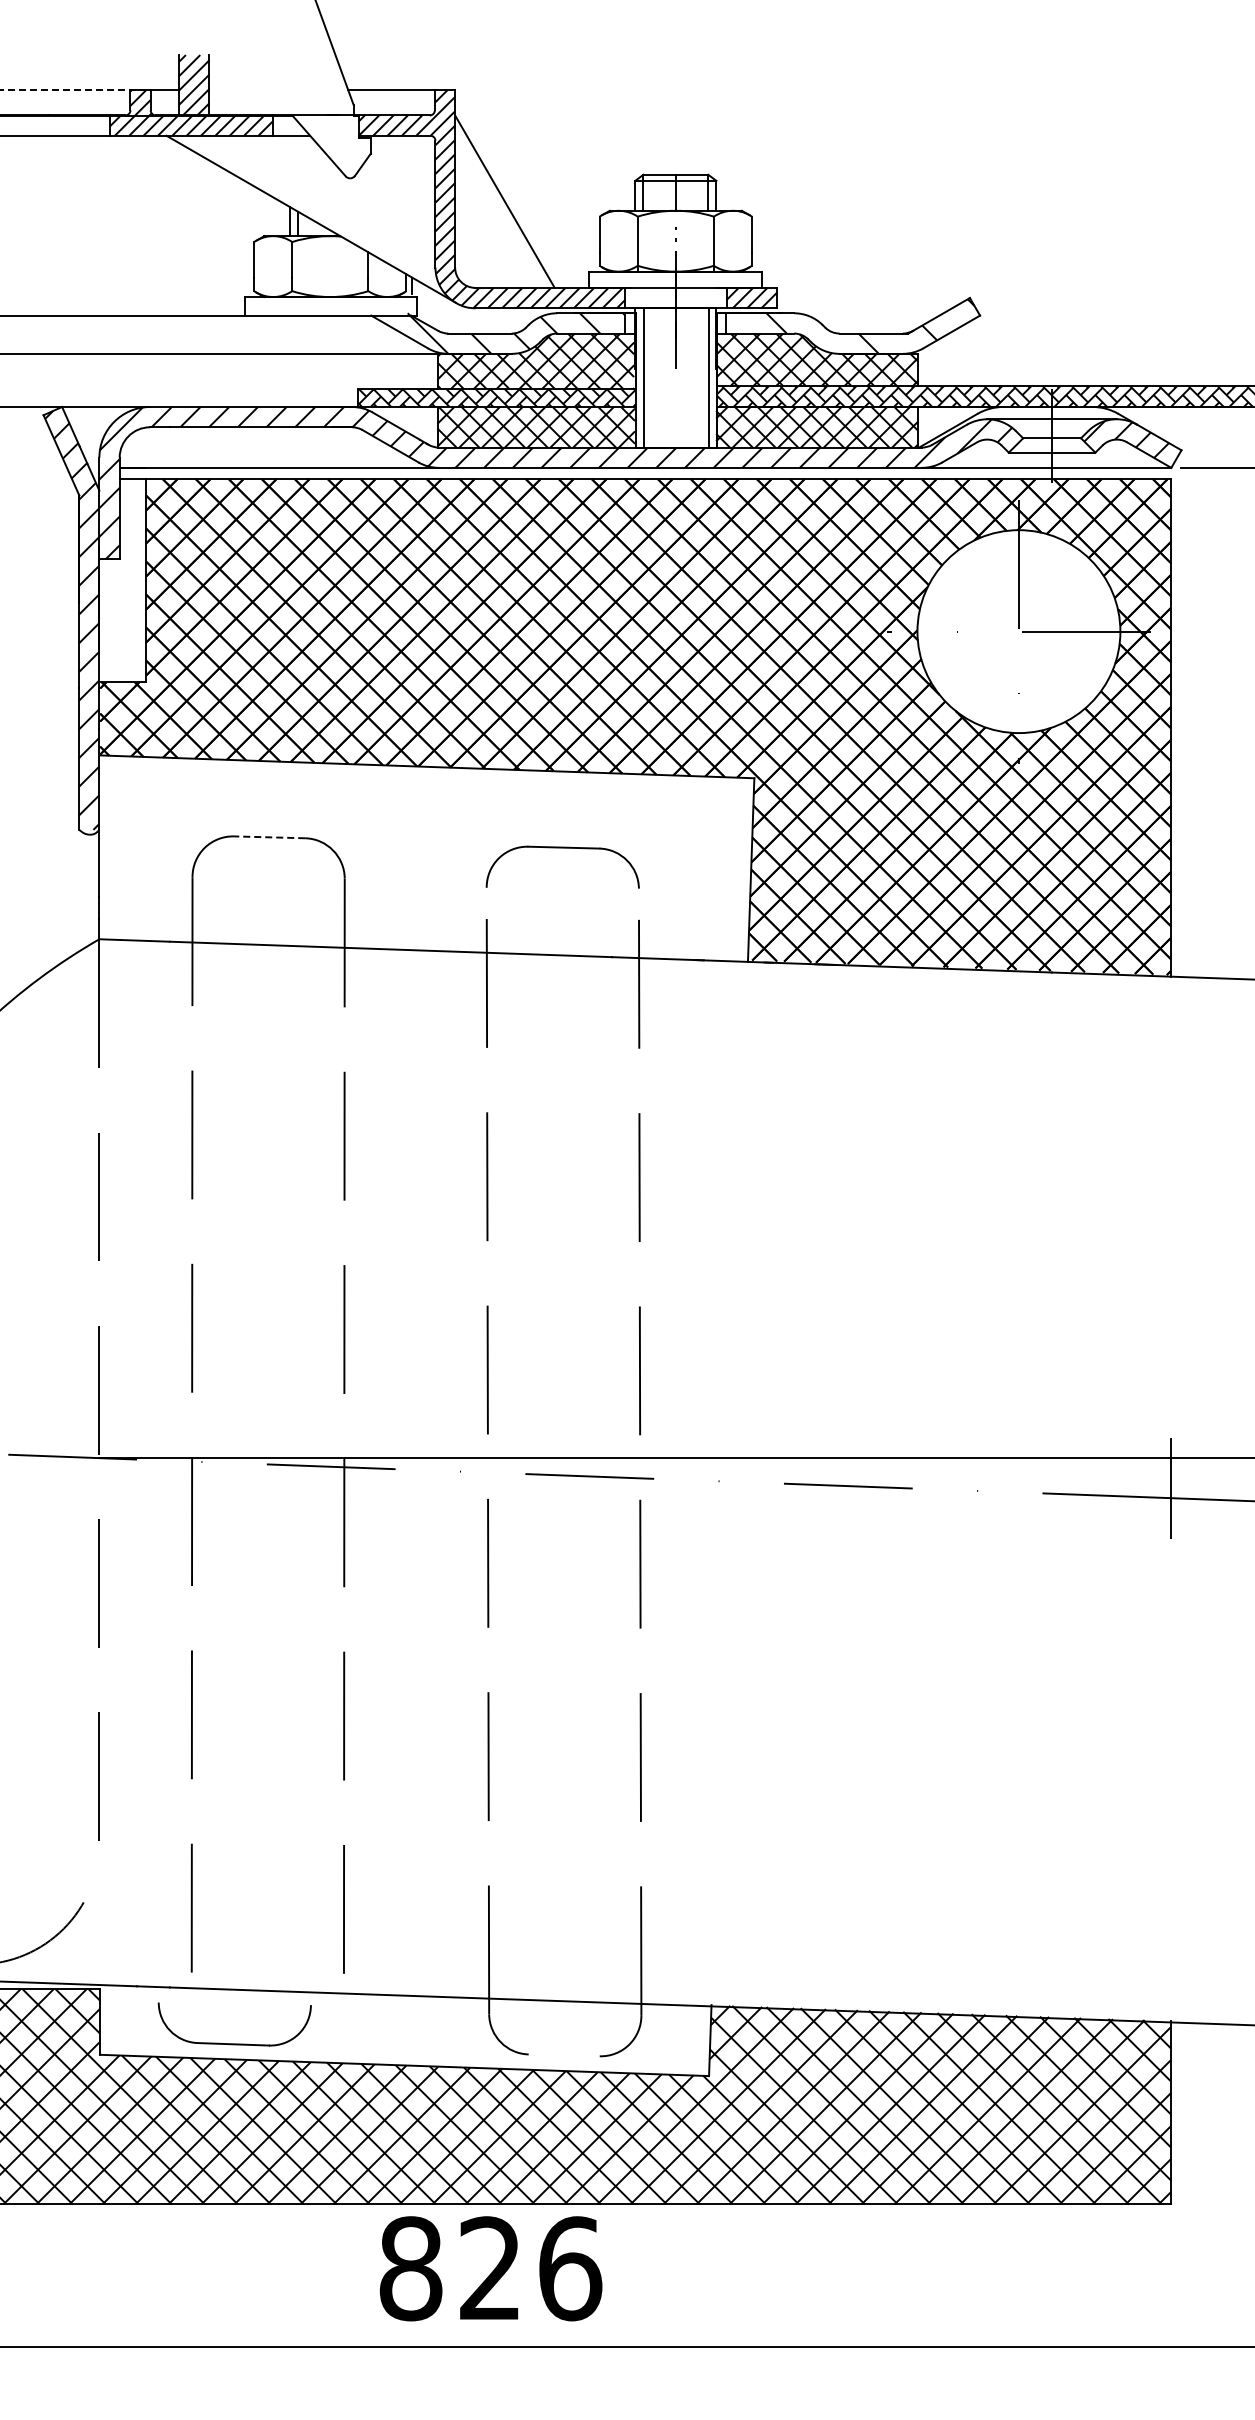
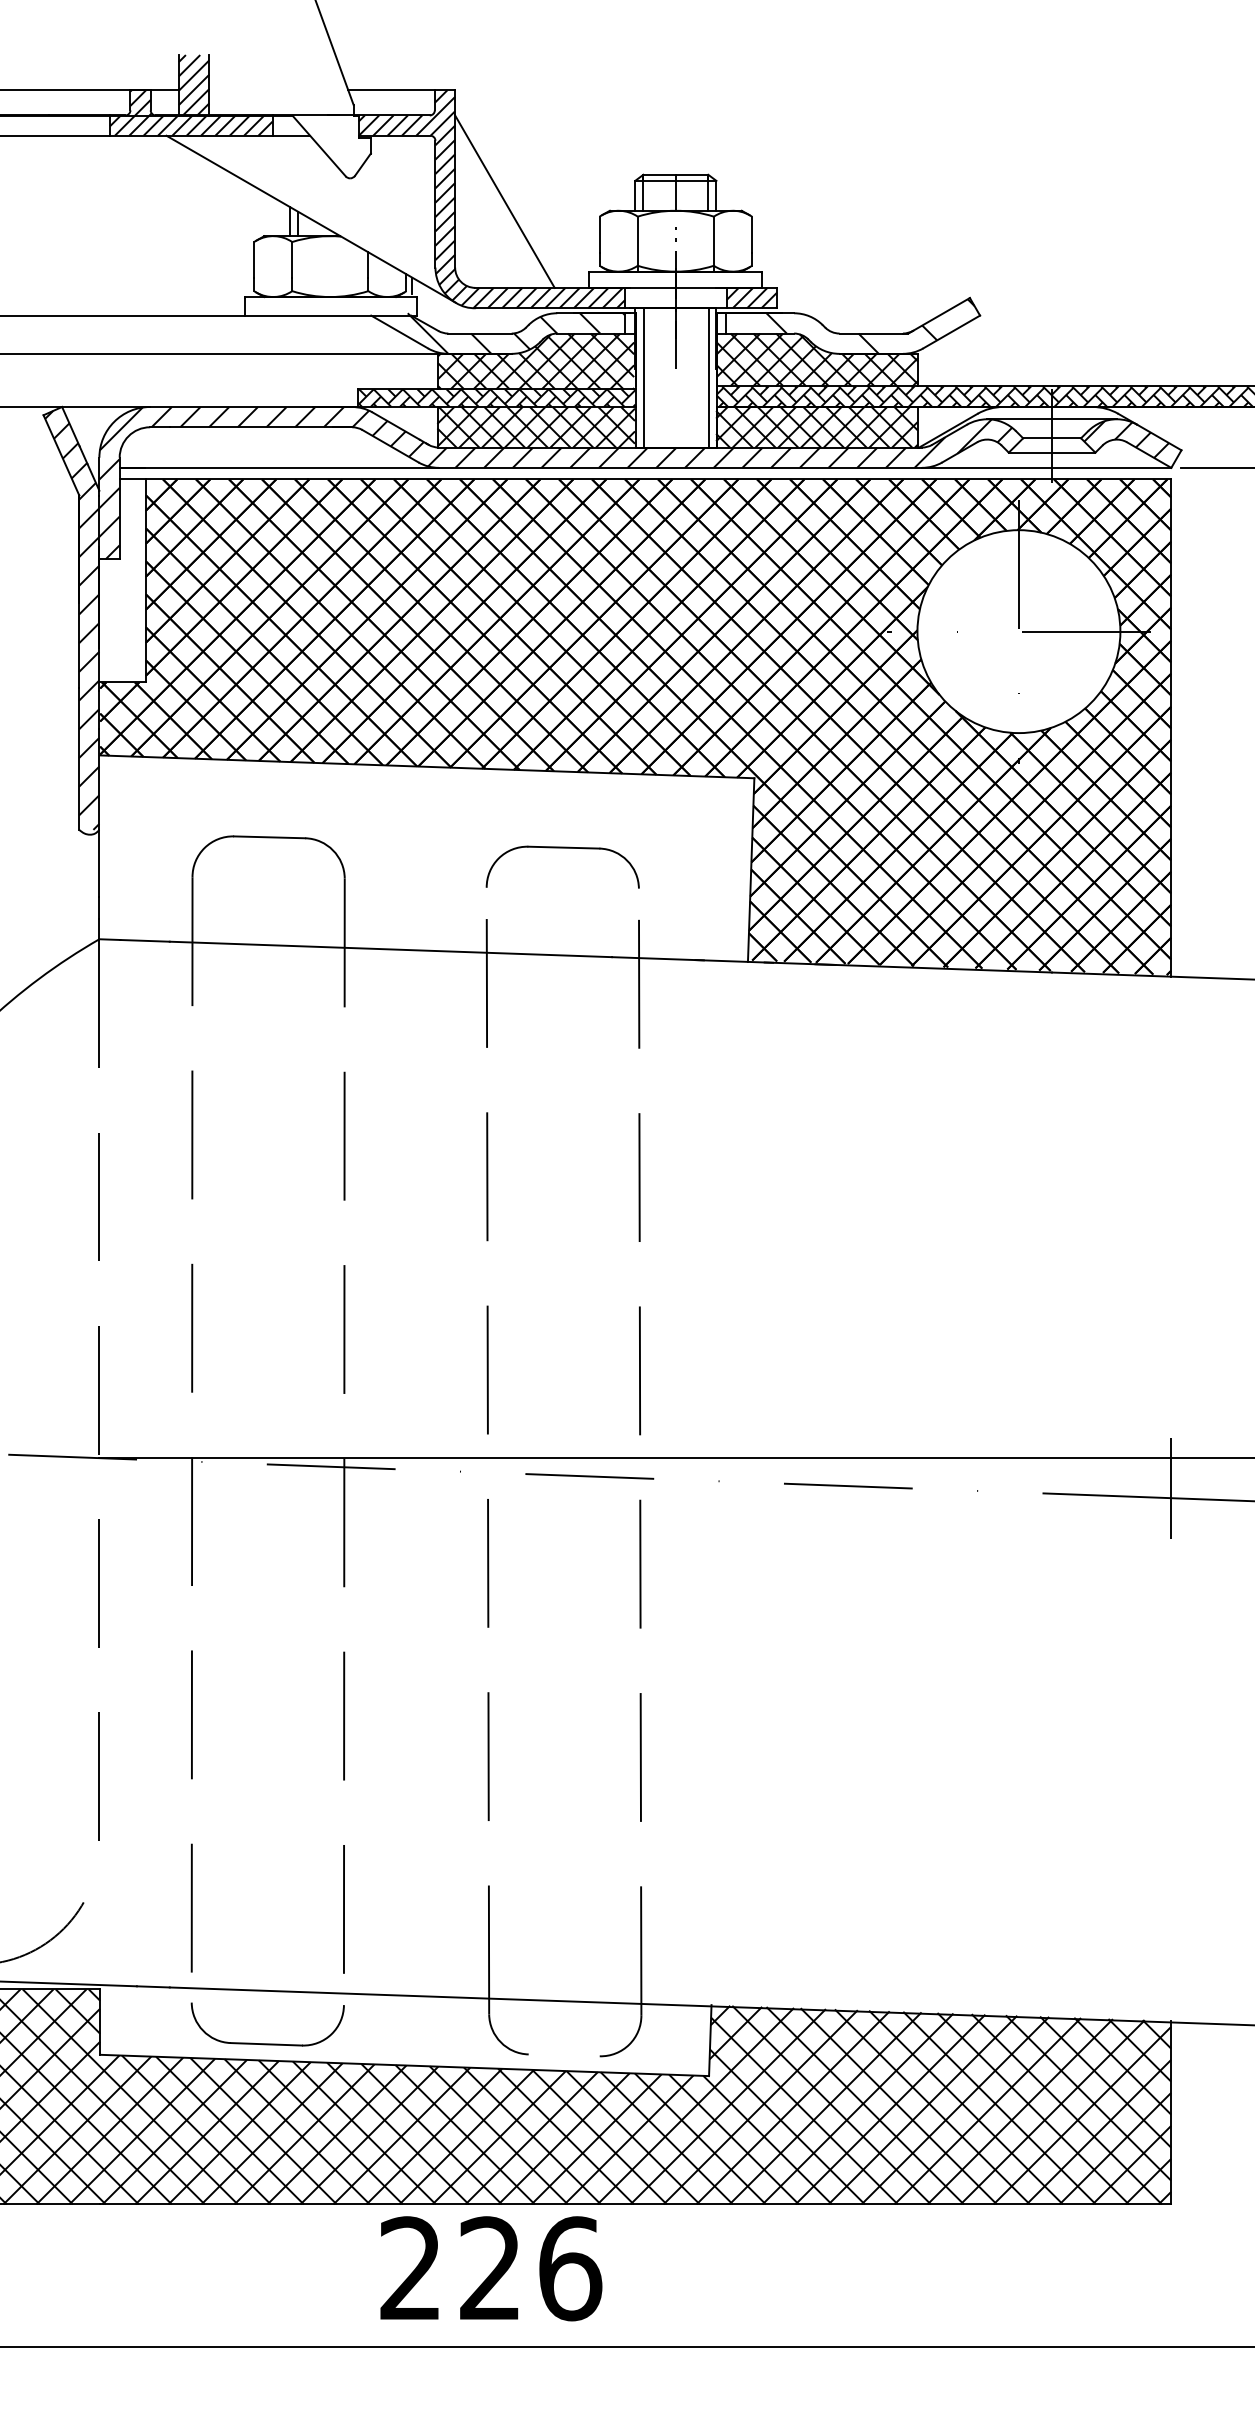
line at (75, 90): dashed -> solid
line at (269, 837): dashed -> solid
part at (234, 2043) position: (234, 2043) -> (267, 2043)
text at (410, 2268): 826 -> 226
